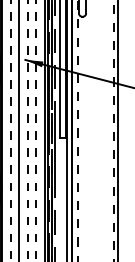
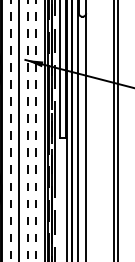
line at (78, 131): dashed -> solid
line at (113, 131): dashed -> solid
line at (85, 136): none -> present
